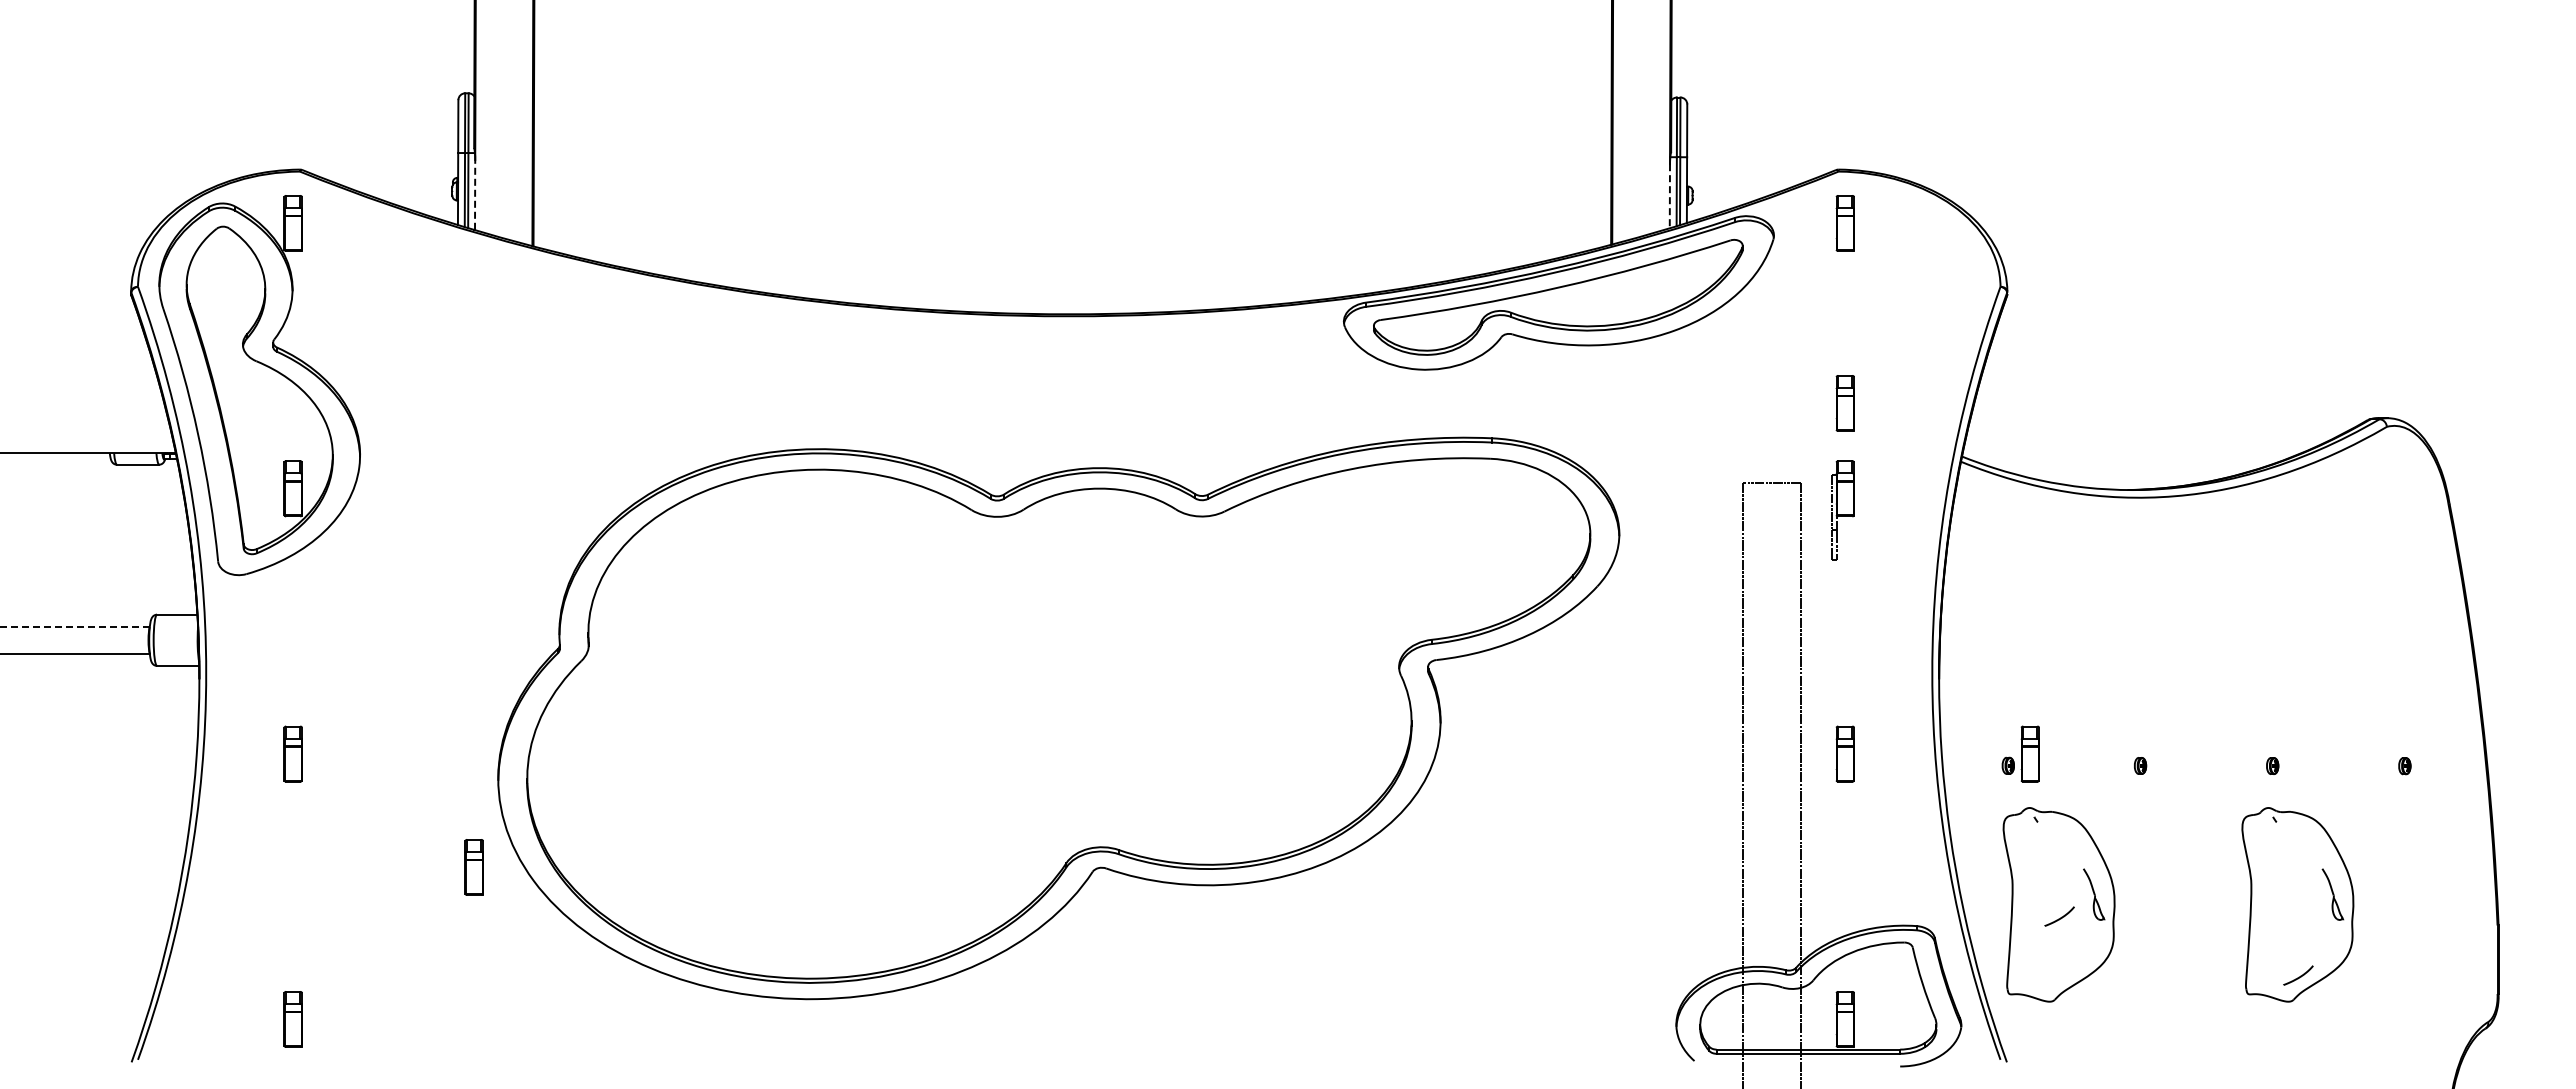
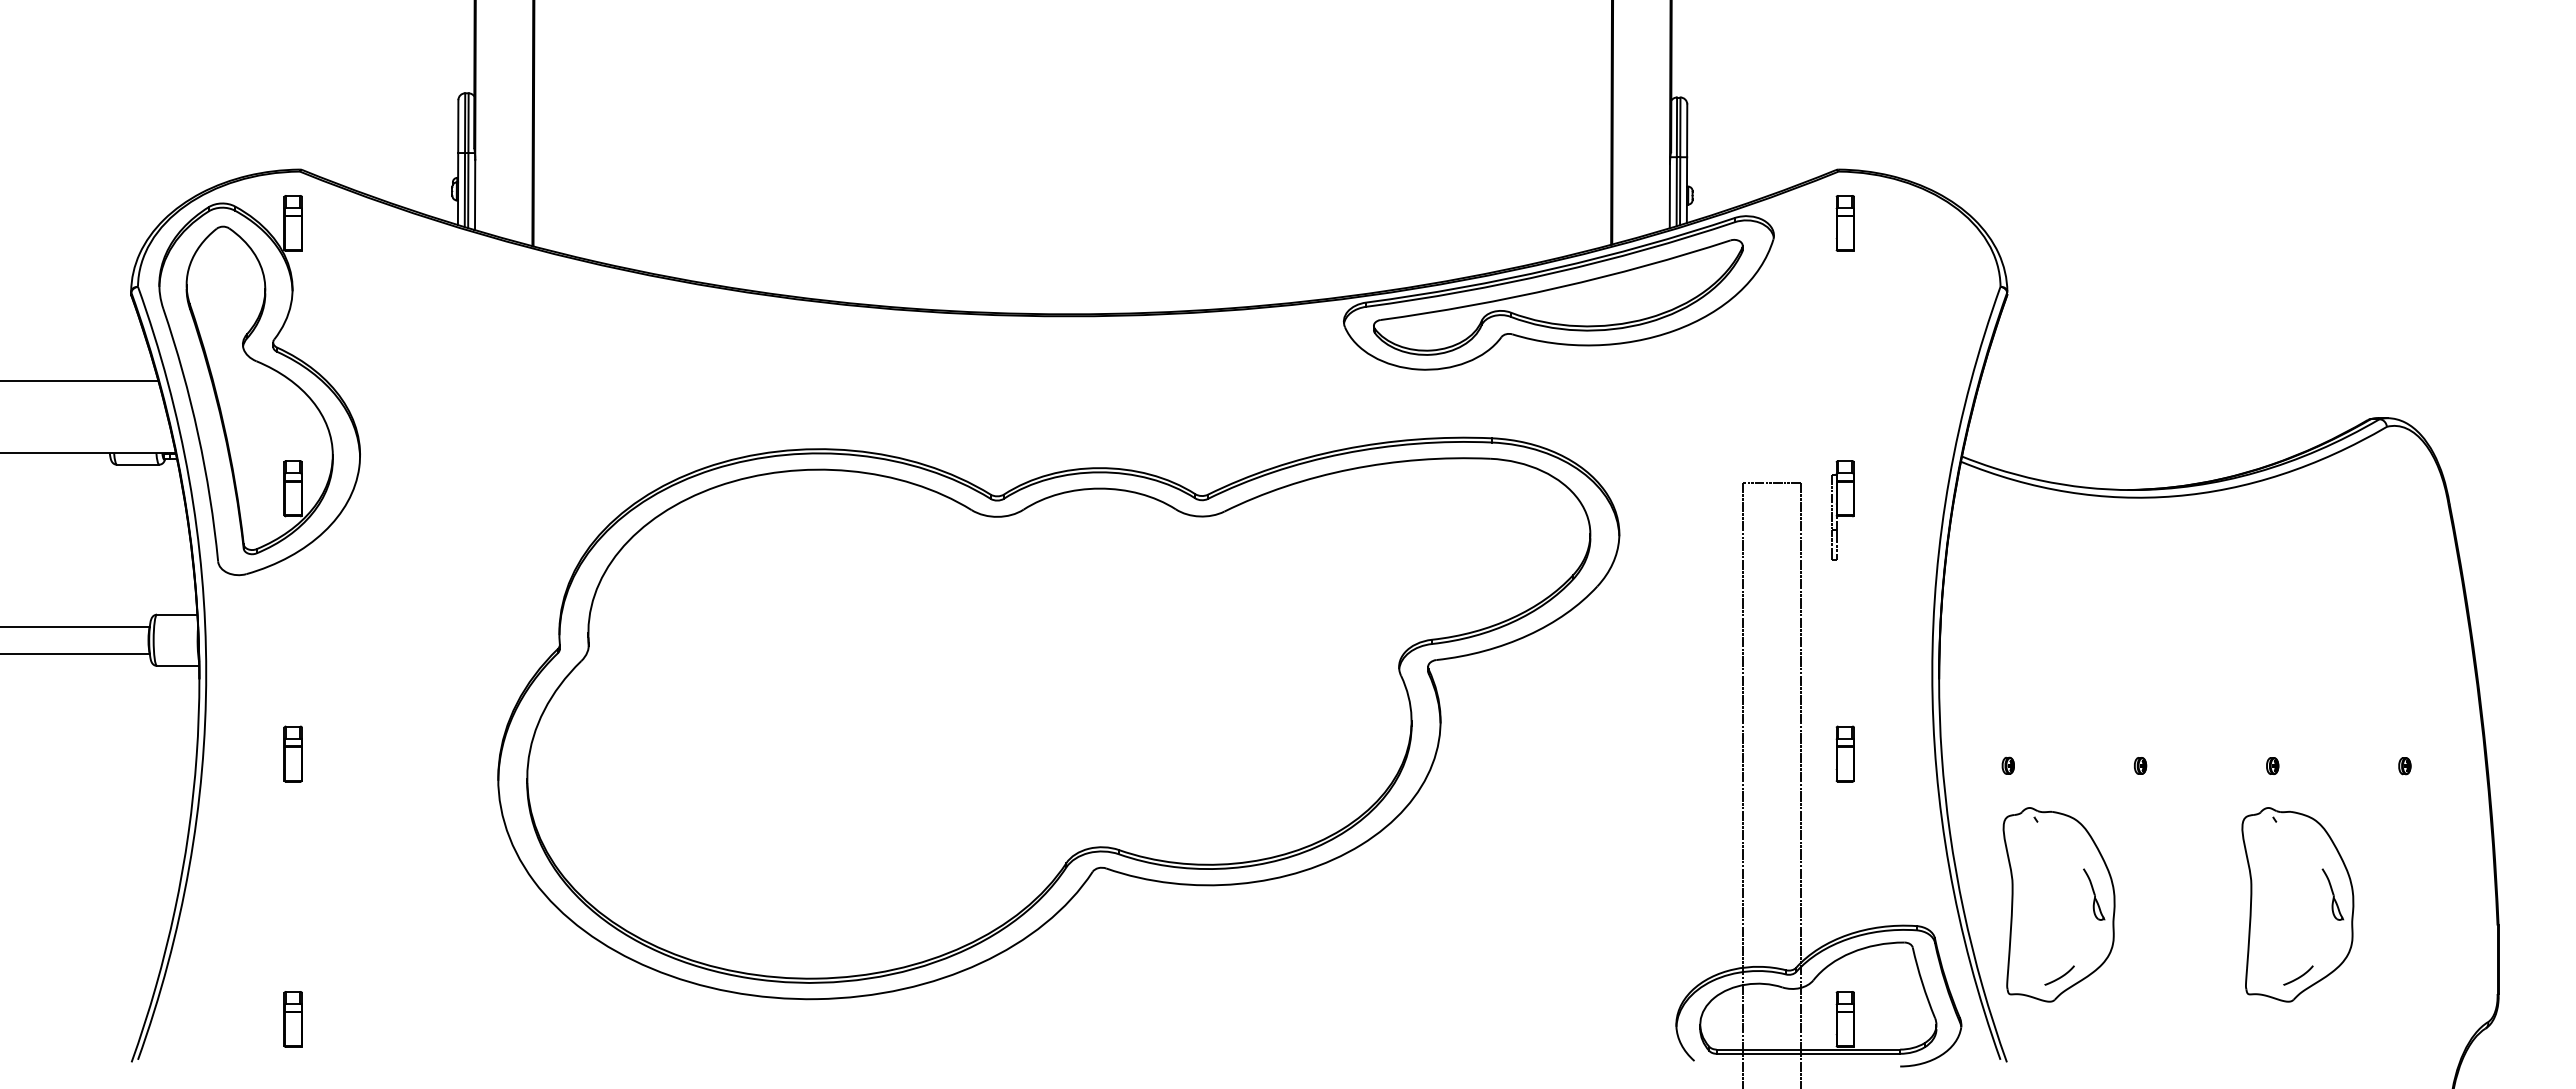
line at (475, 194): dashed -> solid
line at (1669, 196): dashed -> solid
line at (80, 380): none -> present
part at (1844, 403): present -> none
line at (75, 626): dashed -> solid
part at (2029, 753): present -> none
part at (473, 867): present -> none
curve at (2060, 917) position: (2060, 917) -> (2060, 976)
